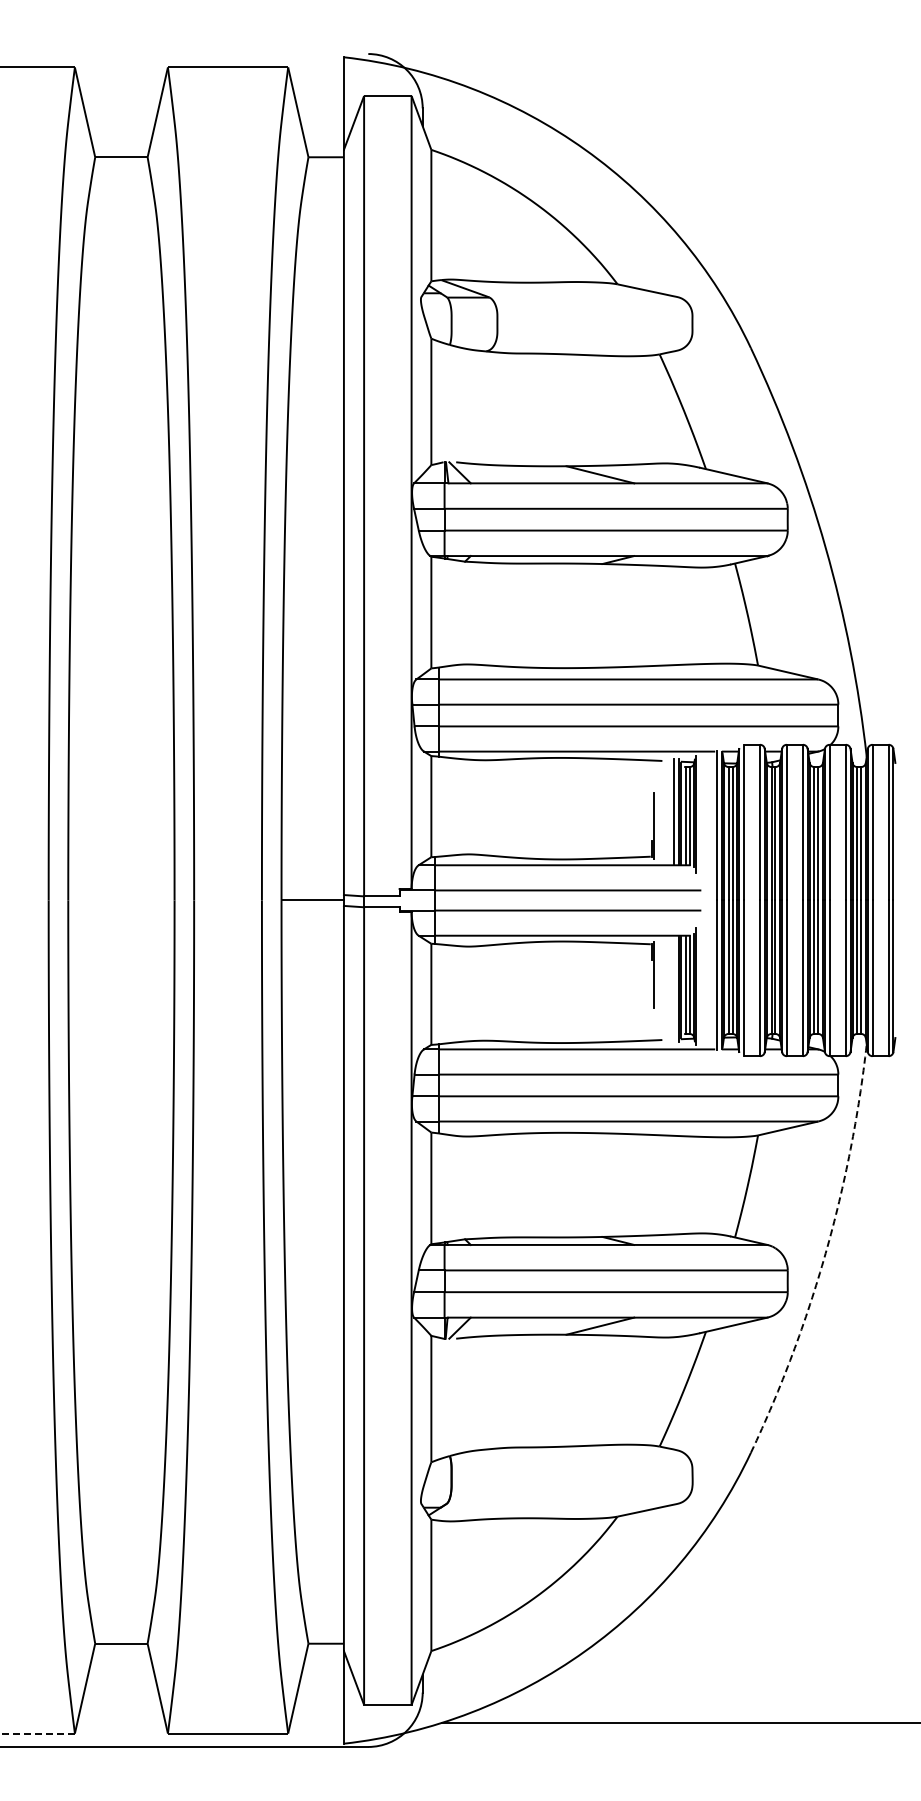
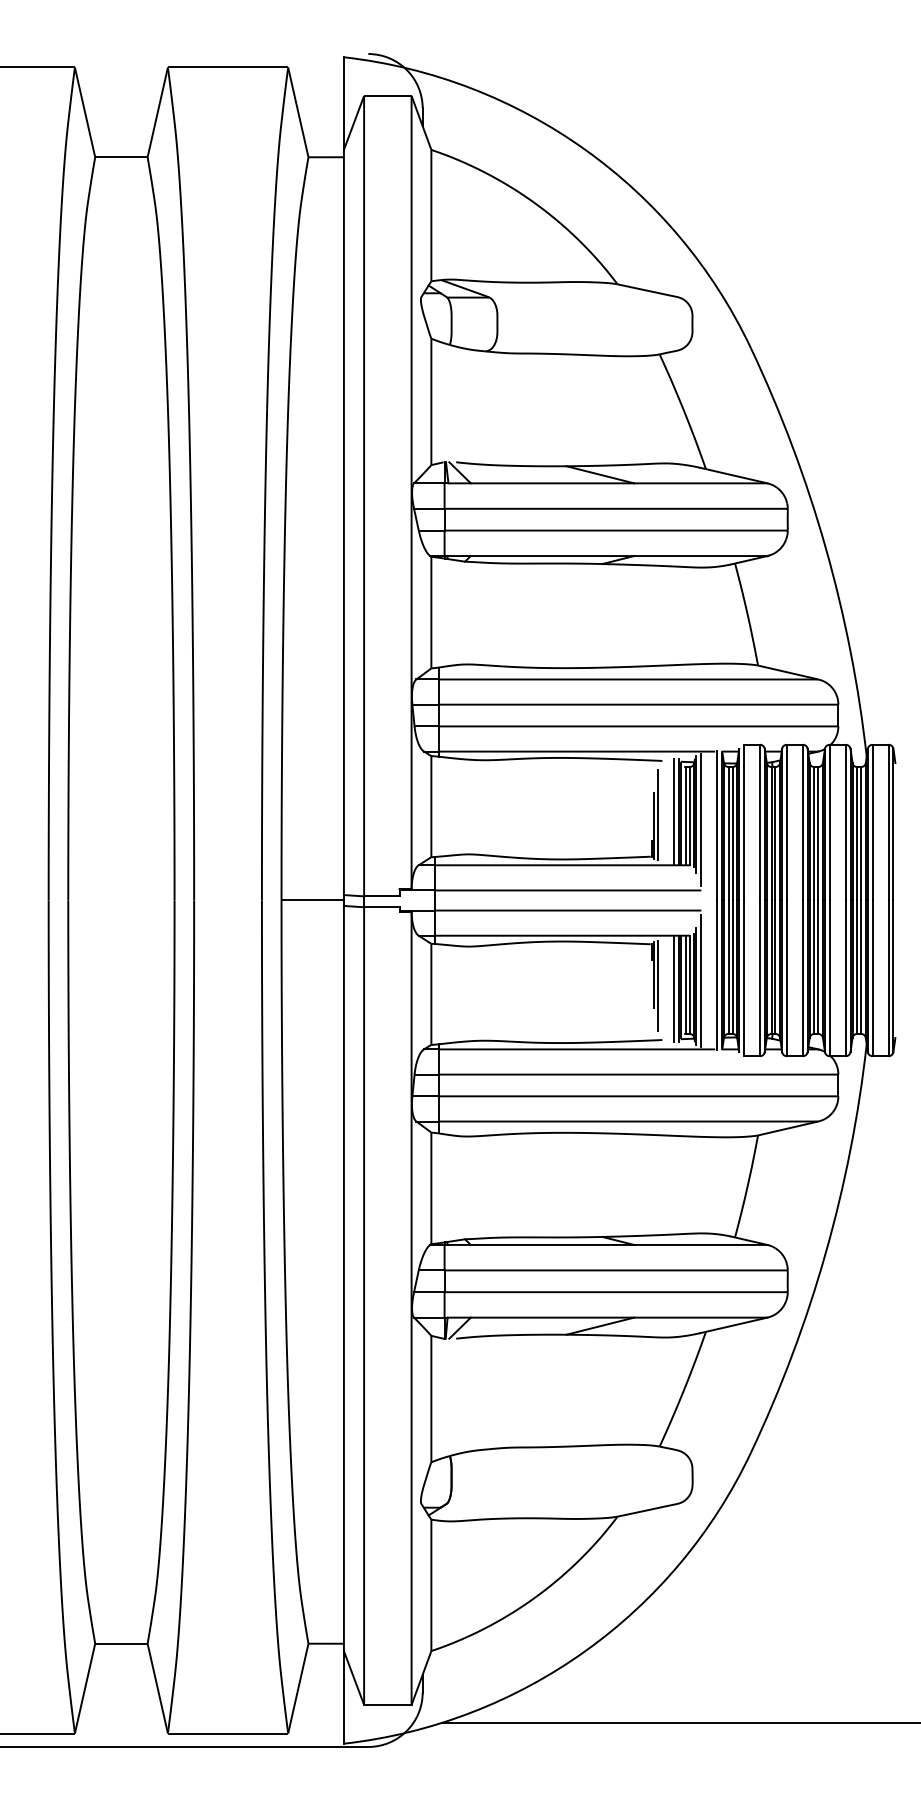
line at (658, 815): none -> present
line at (701, 820): none -> present
line at (701, 980): none -> present
line at (658, 985): none -> present
line at (674, 989): none -> present
arc at (825, 1253): dashed -> solid
line at (37, 1733): dashed -> solid
